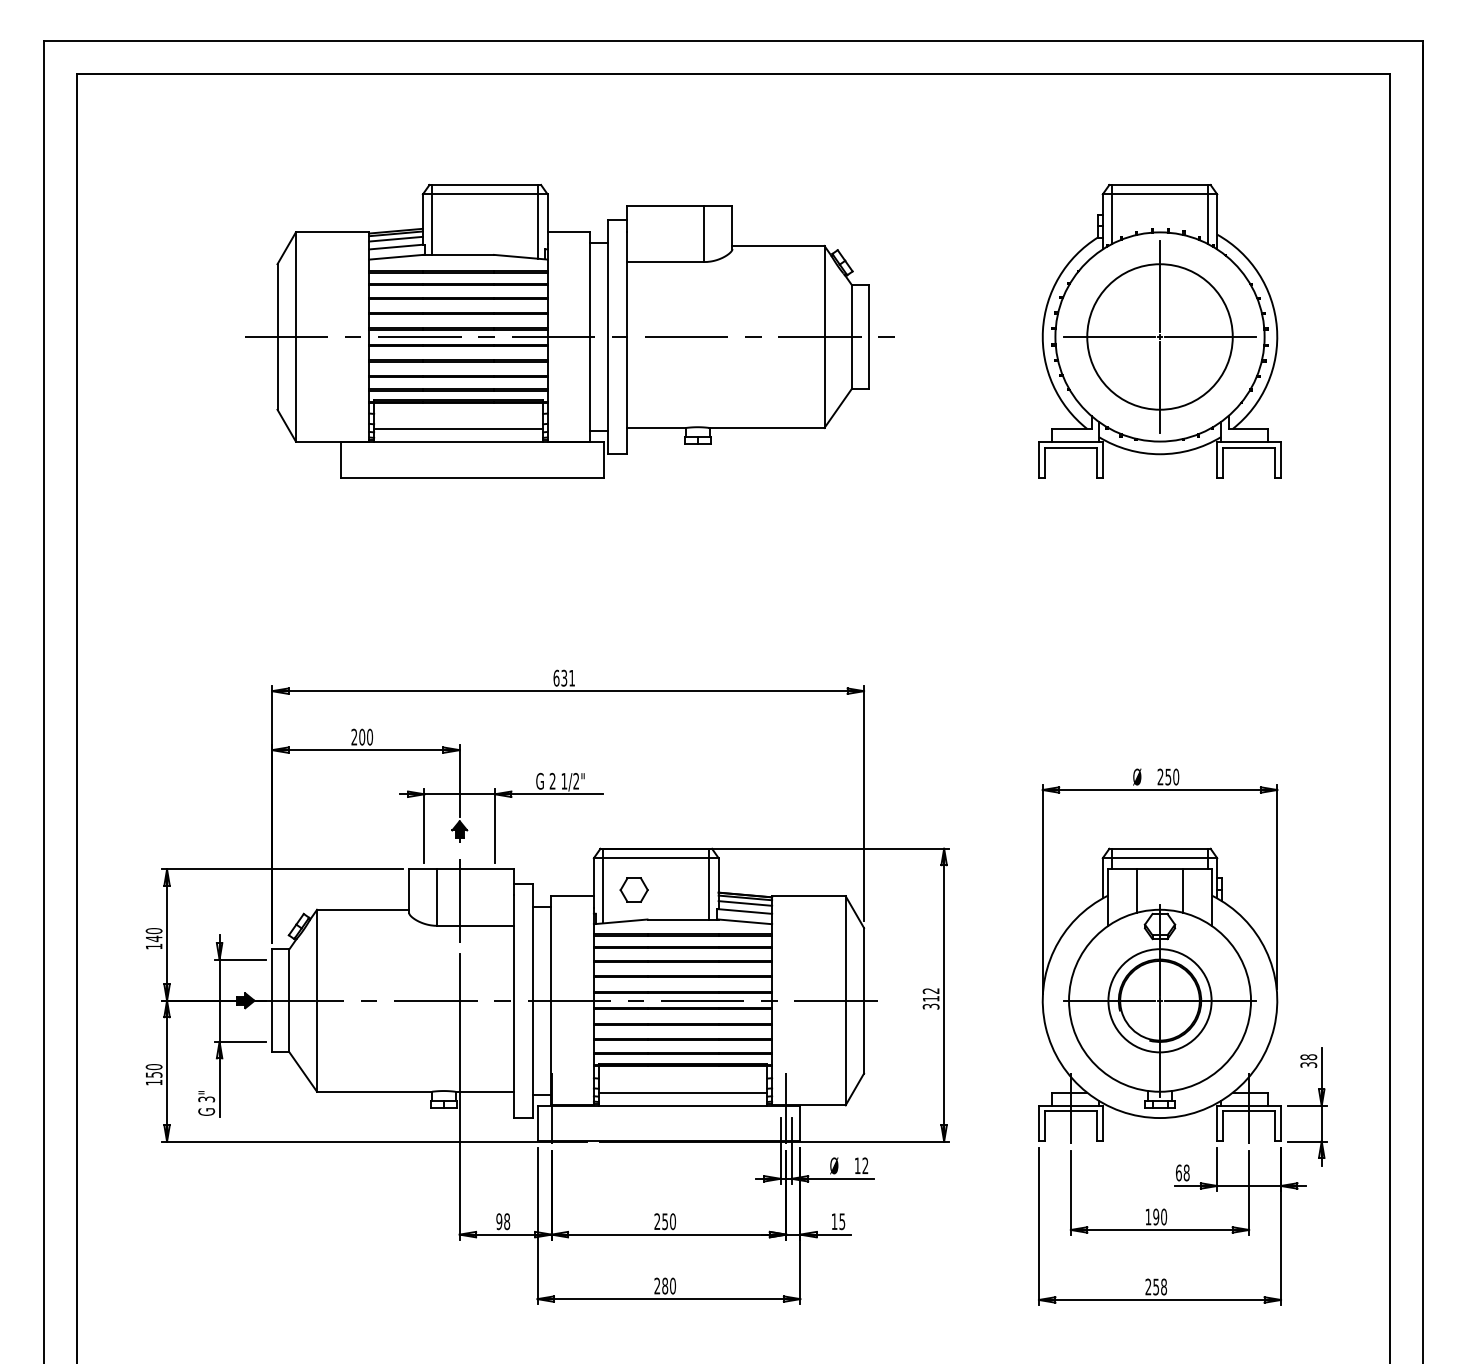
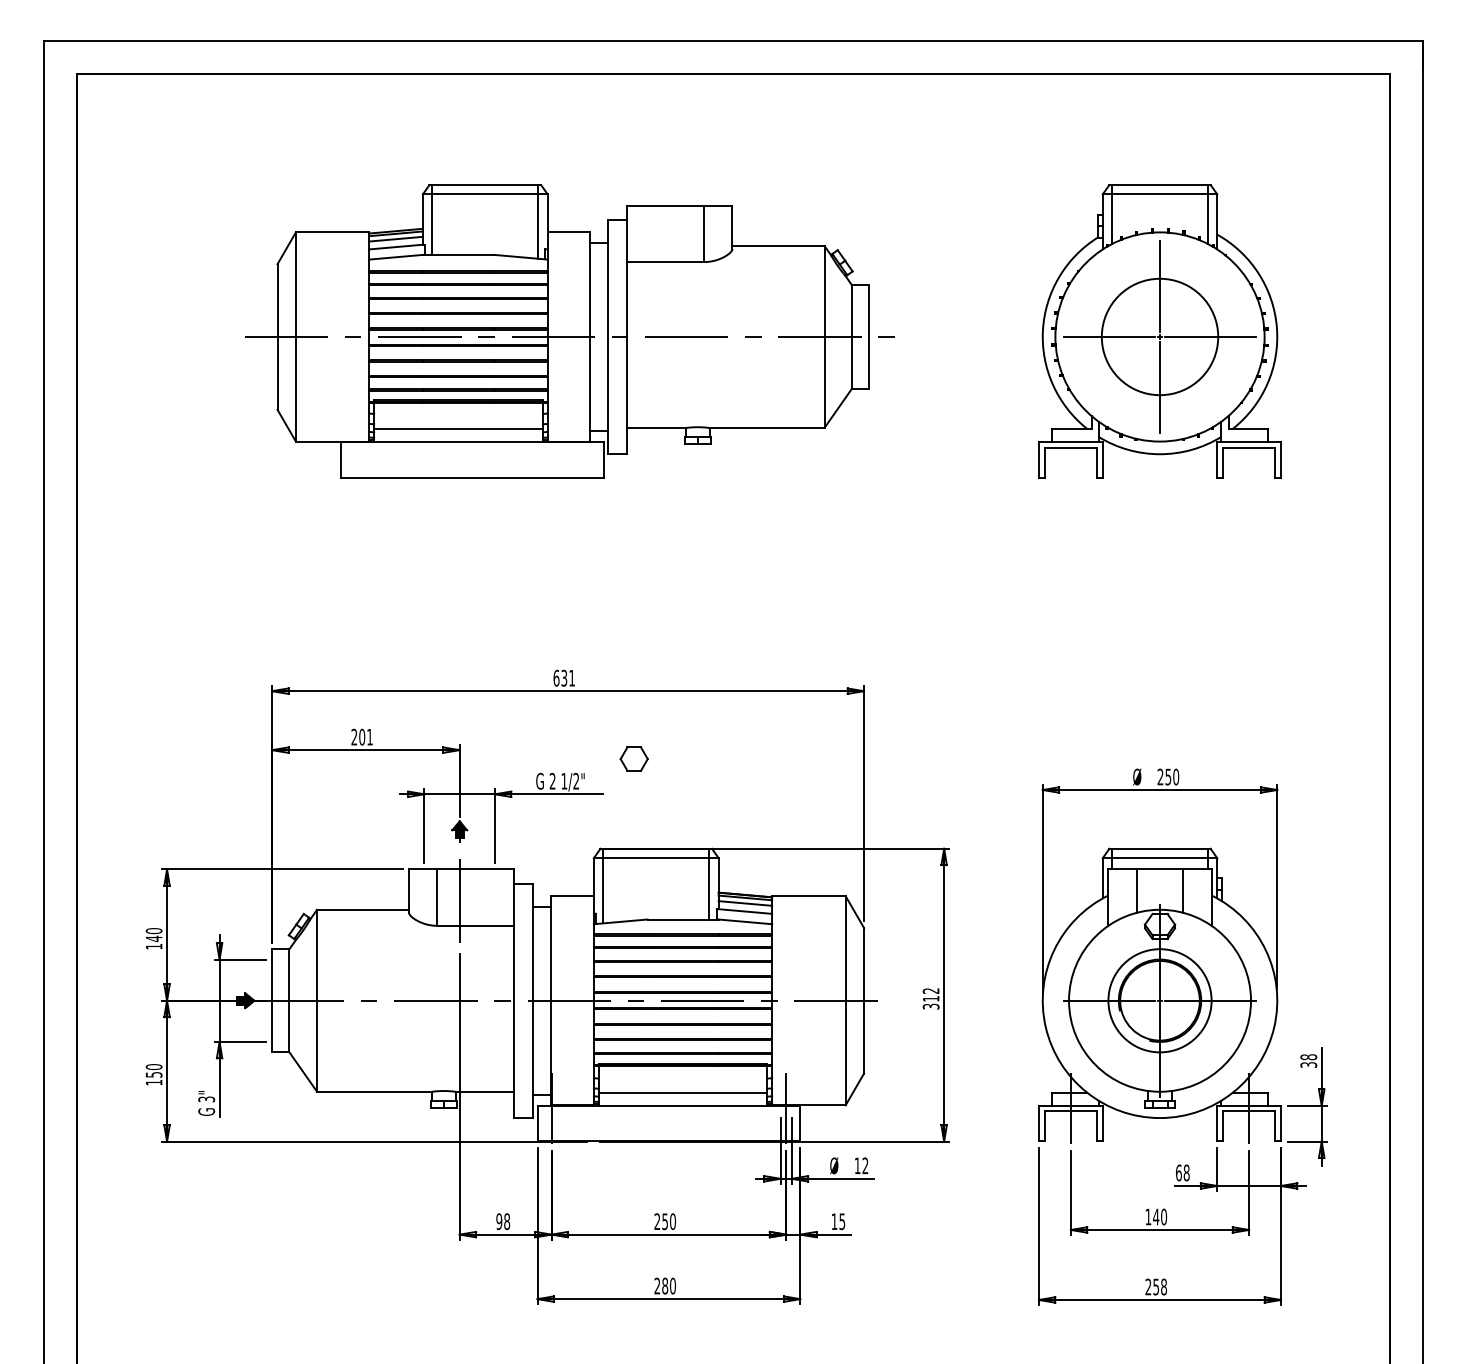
circle at (1159, 336) diameter: 145 px -> 116 px
text at (370, 736): 200 -> 201
part at (633, 889) position: (633, 889) -> (633, 758)
text at (1156, 1216): 190 -> 140
